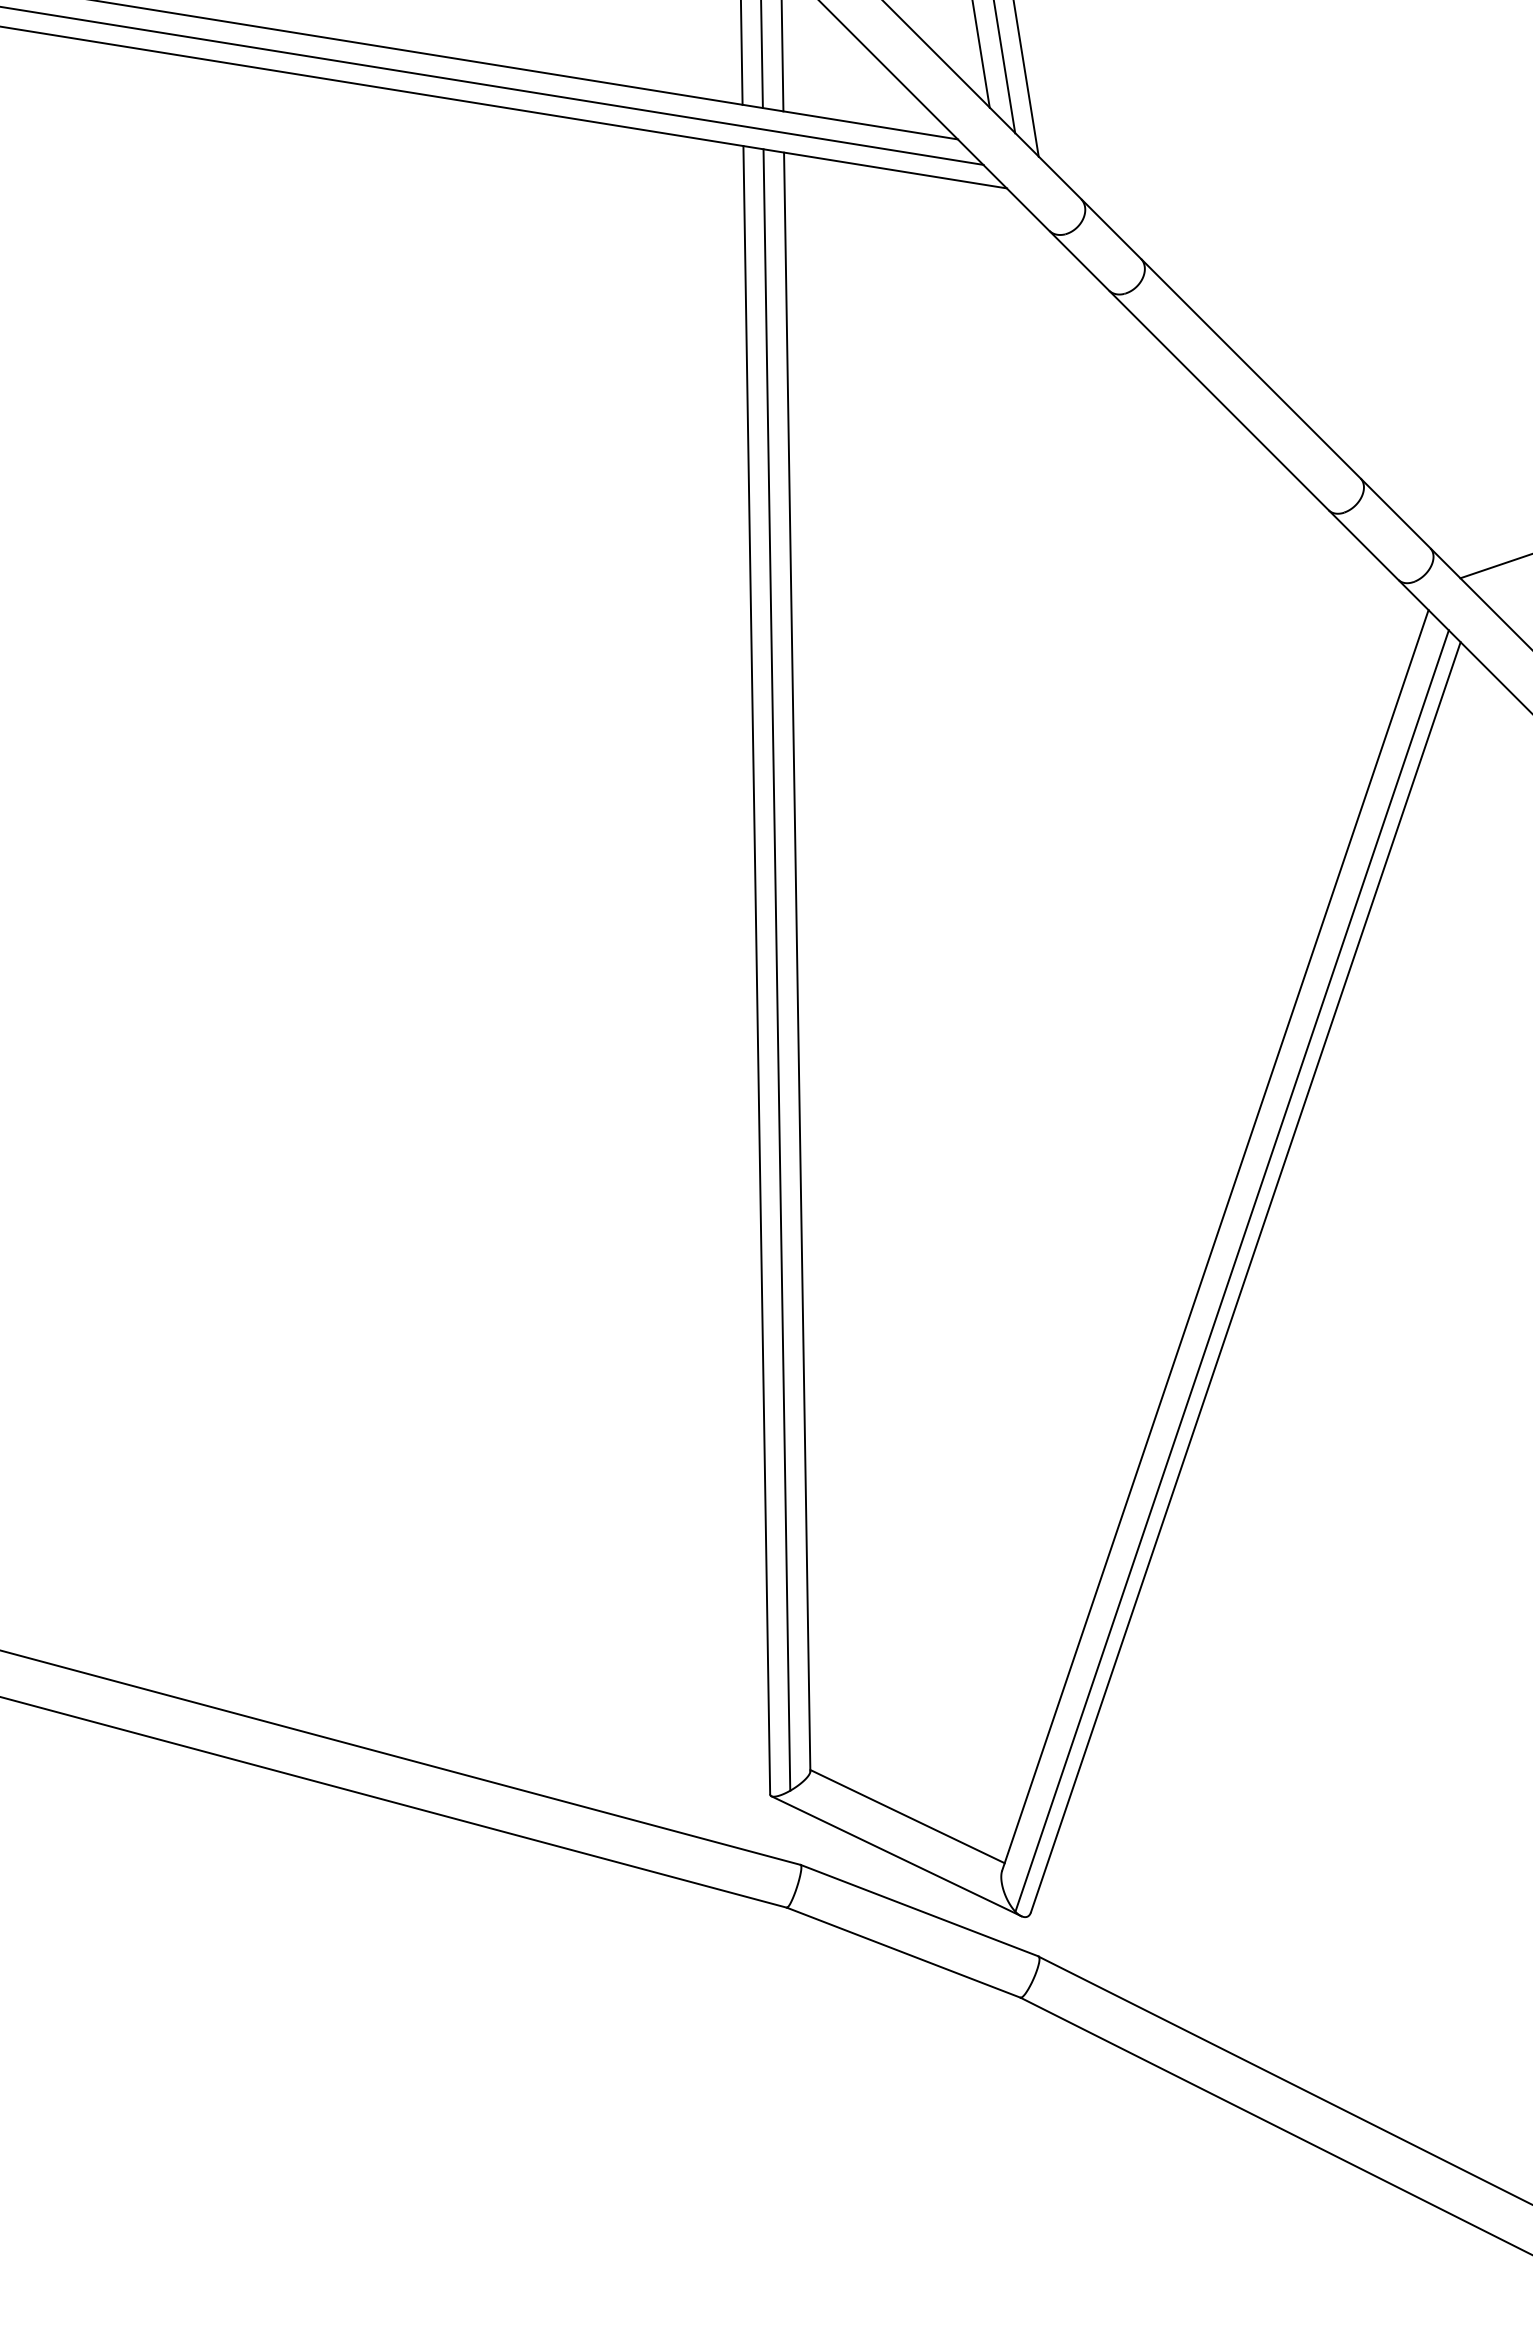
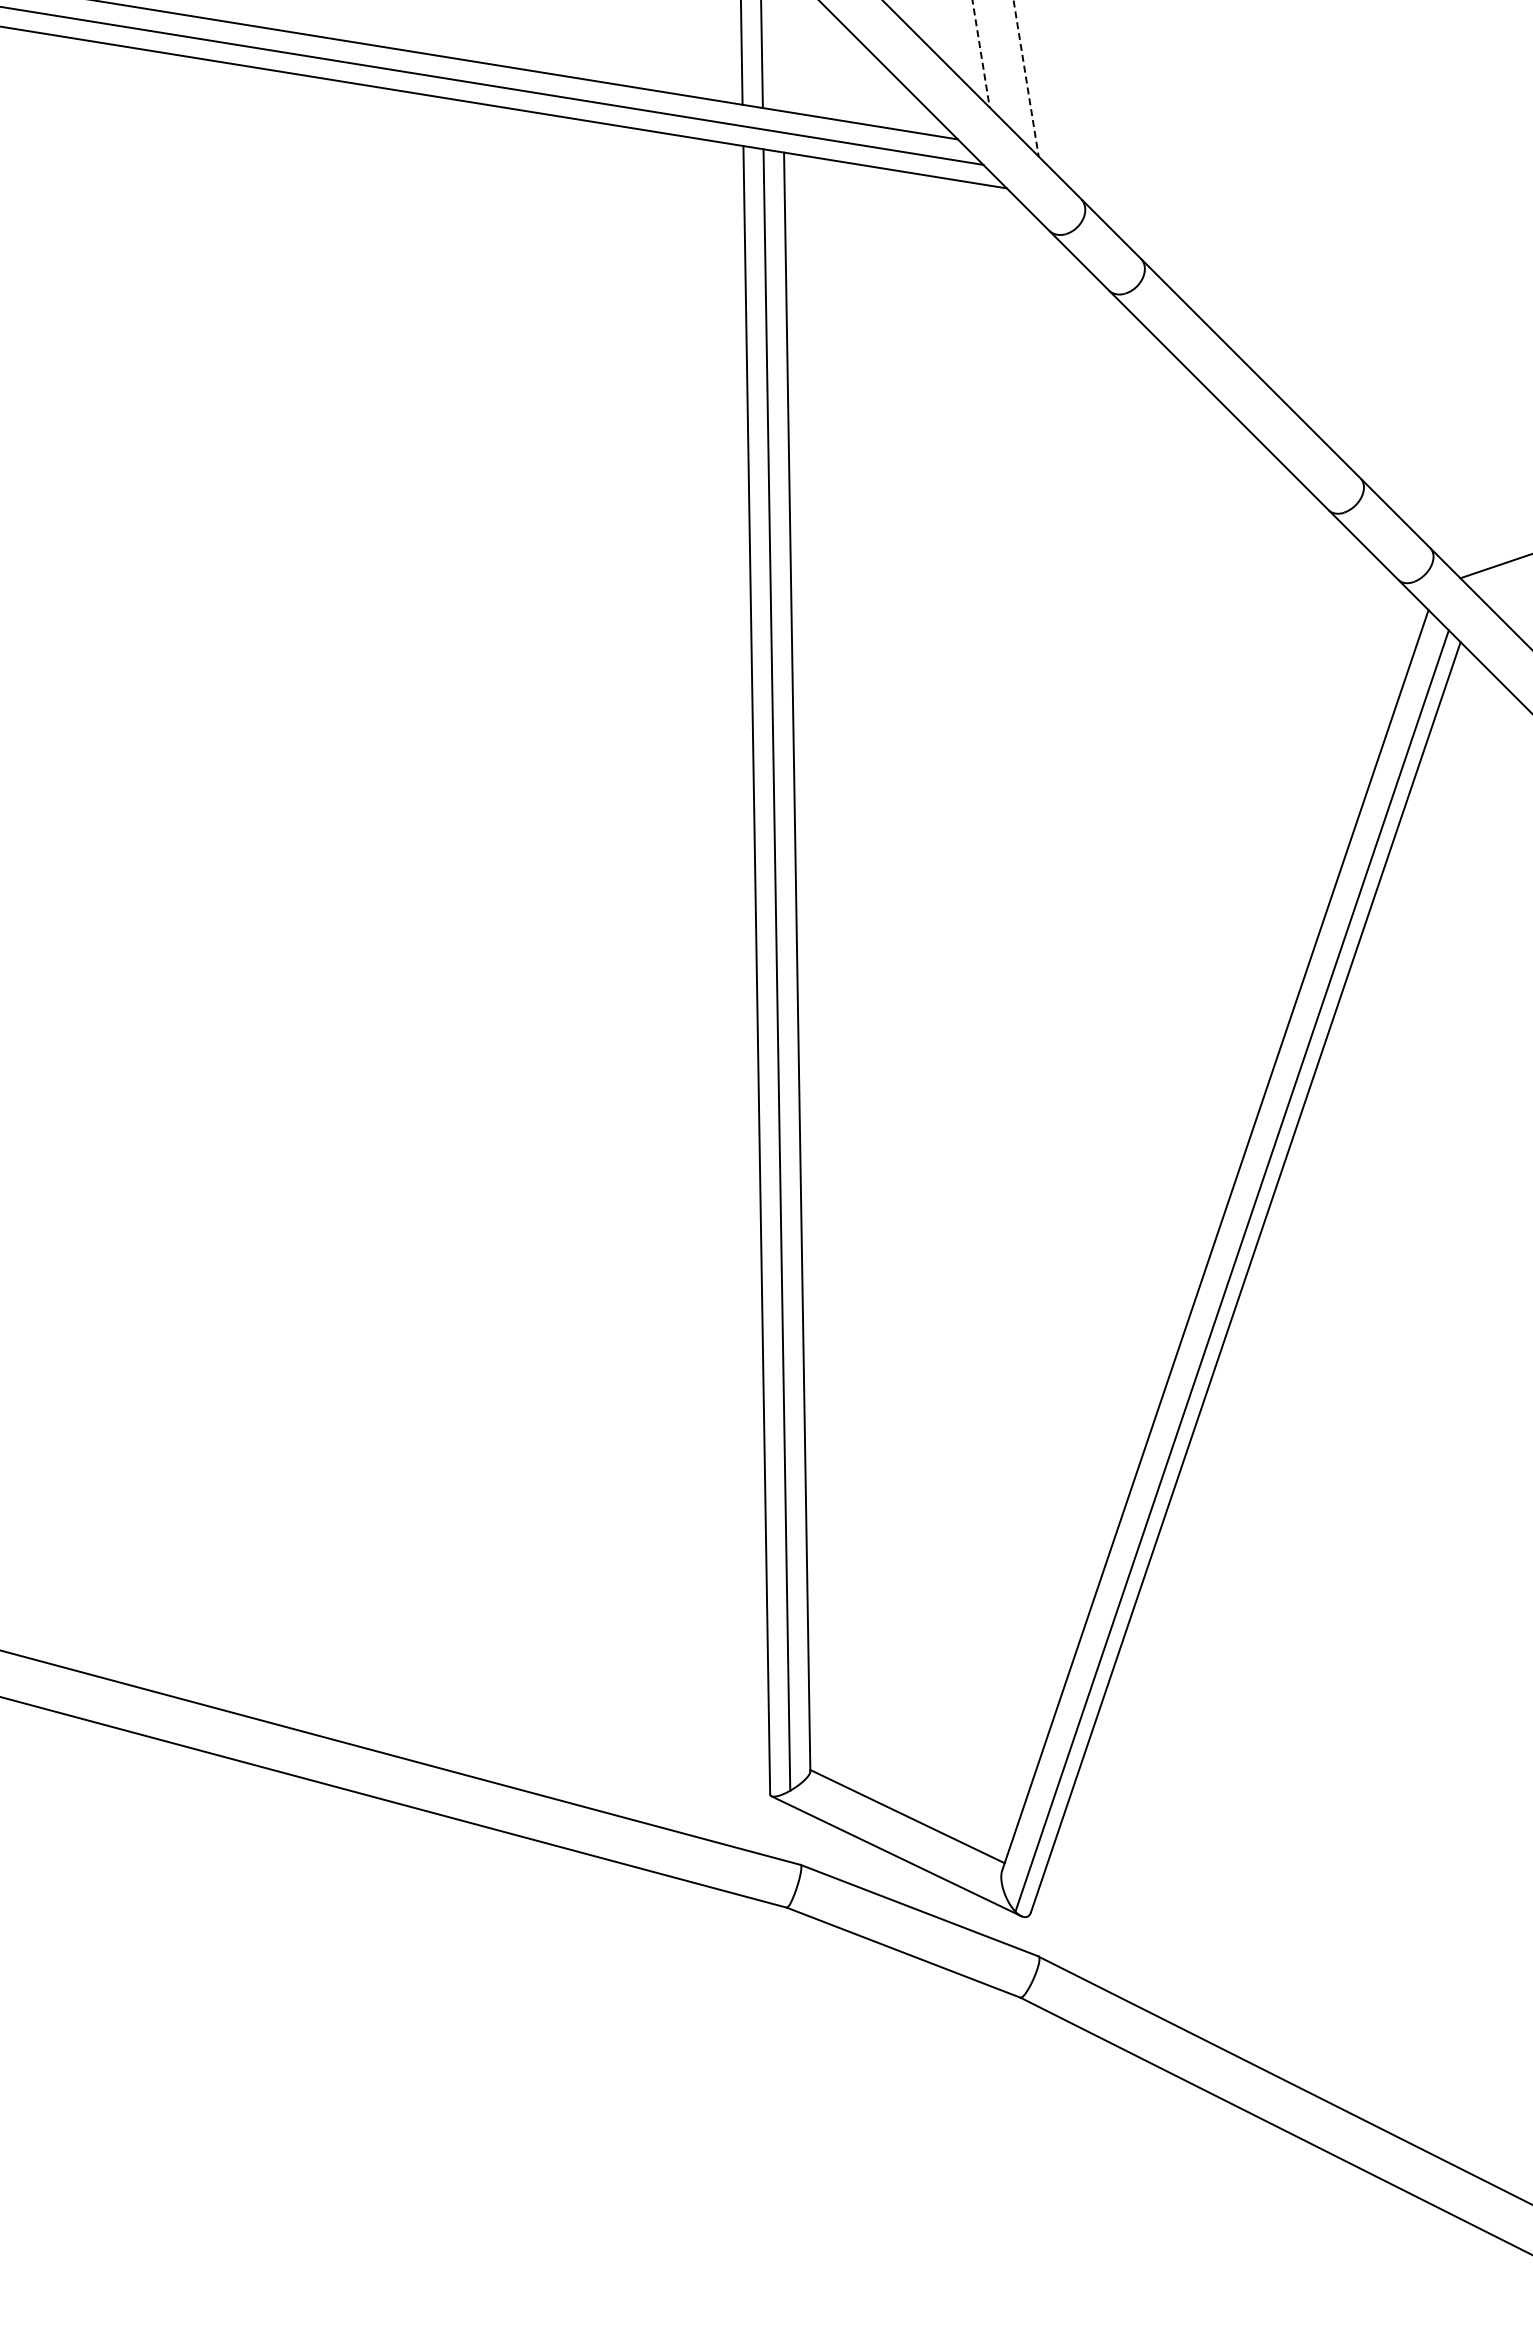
line at (981, 54): solid -> dashed
line at (782, 56): present -> none
line at (1004, 67): present -> none
line at (1026, 78): solid -> dashed
